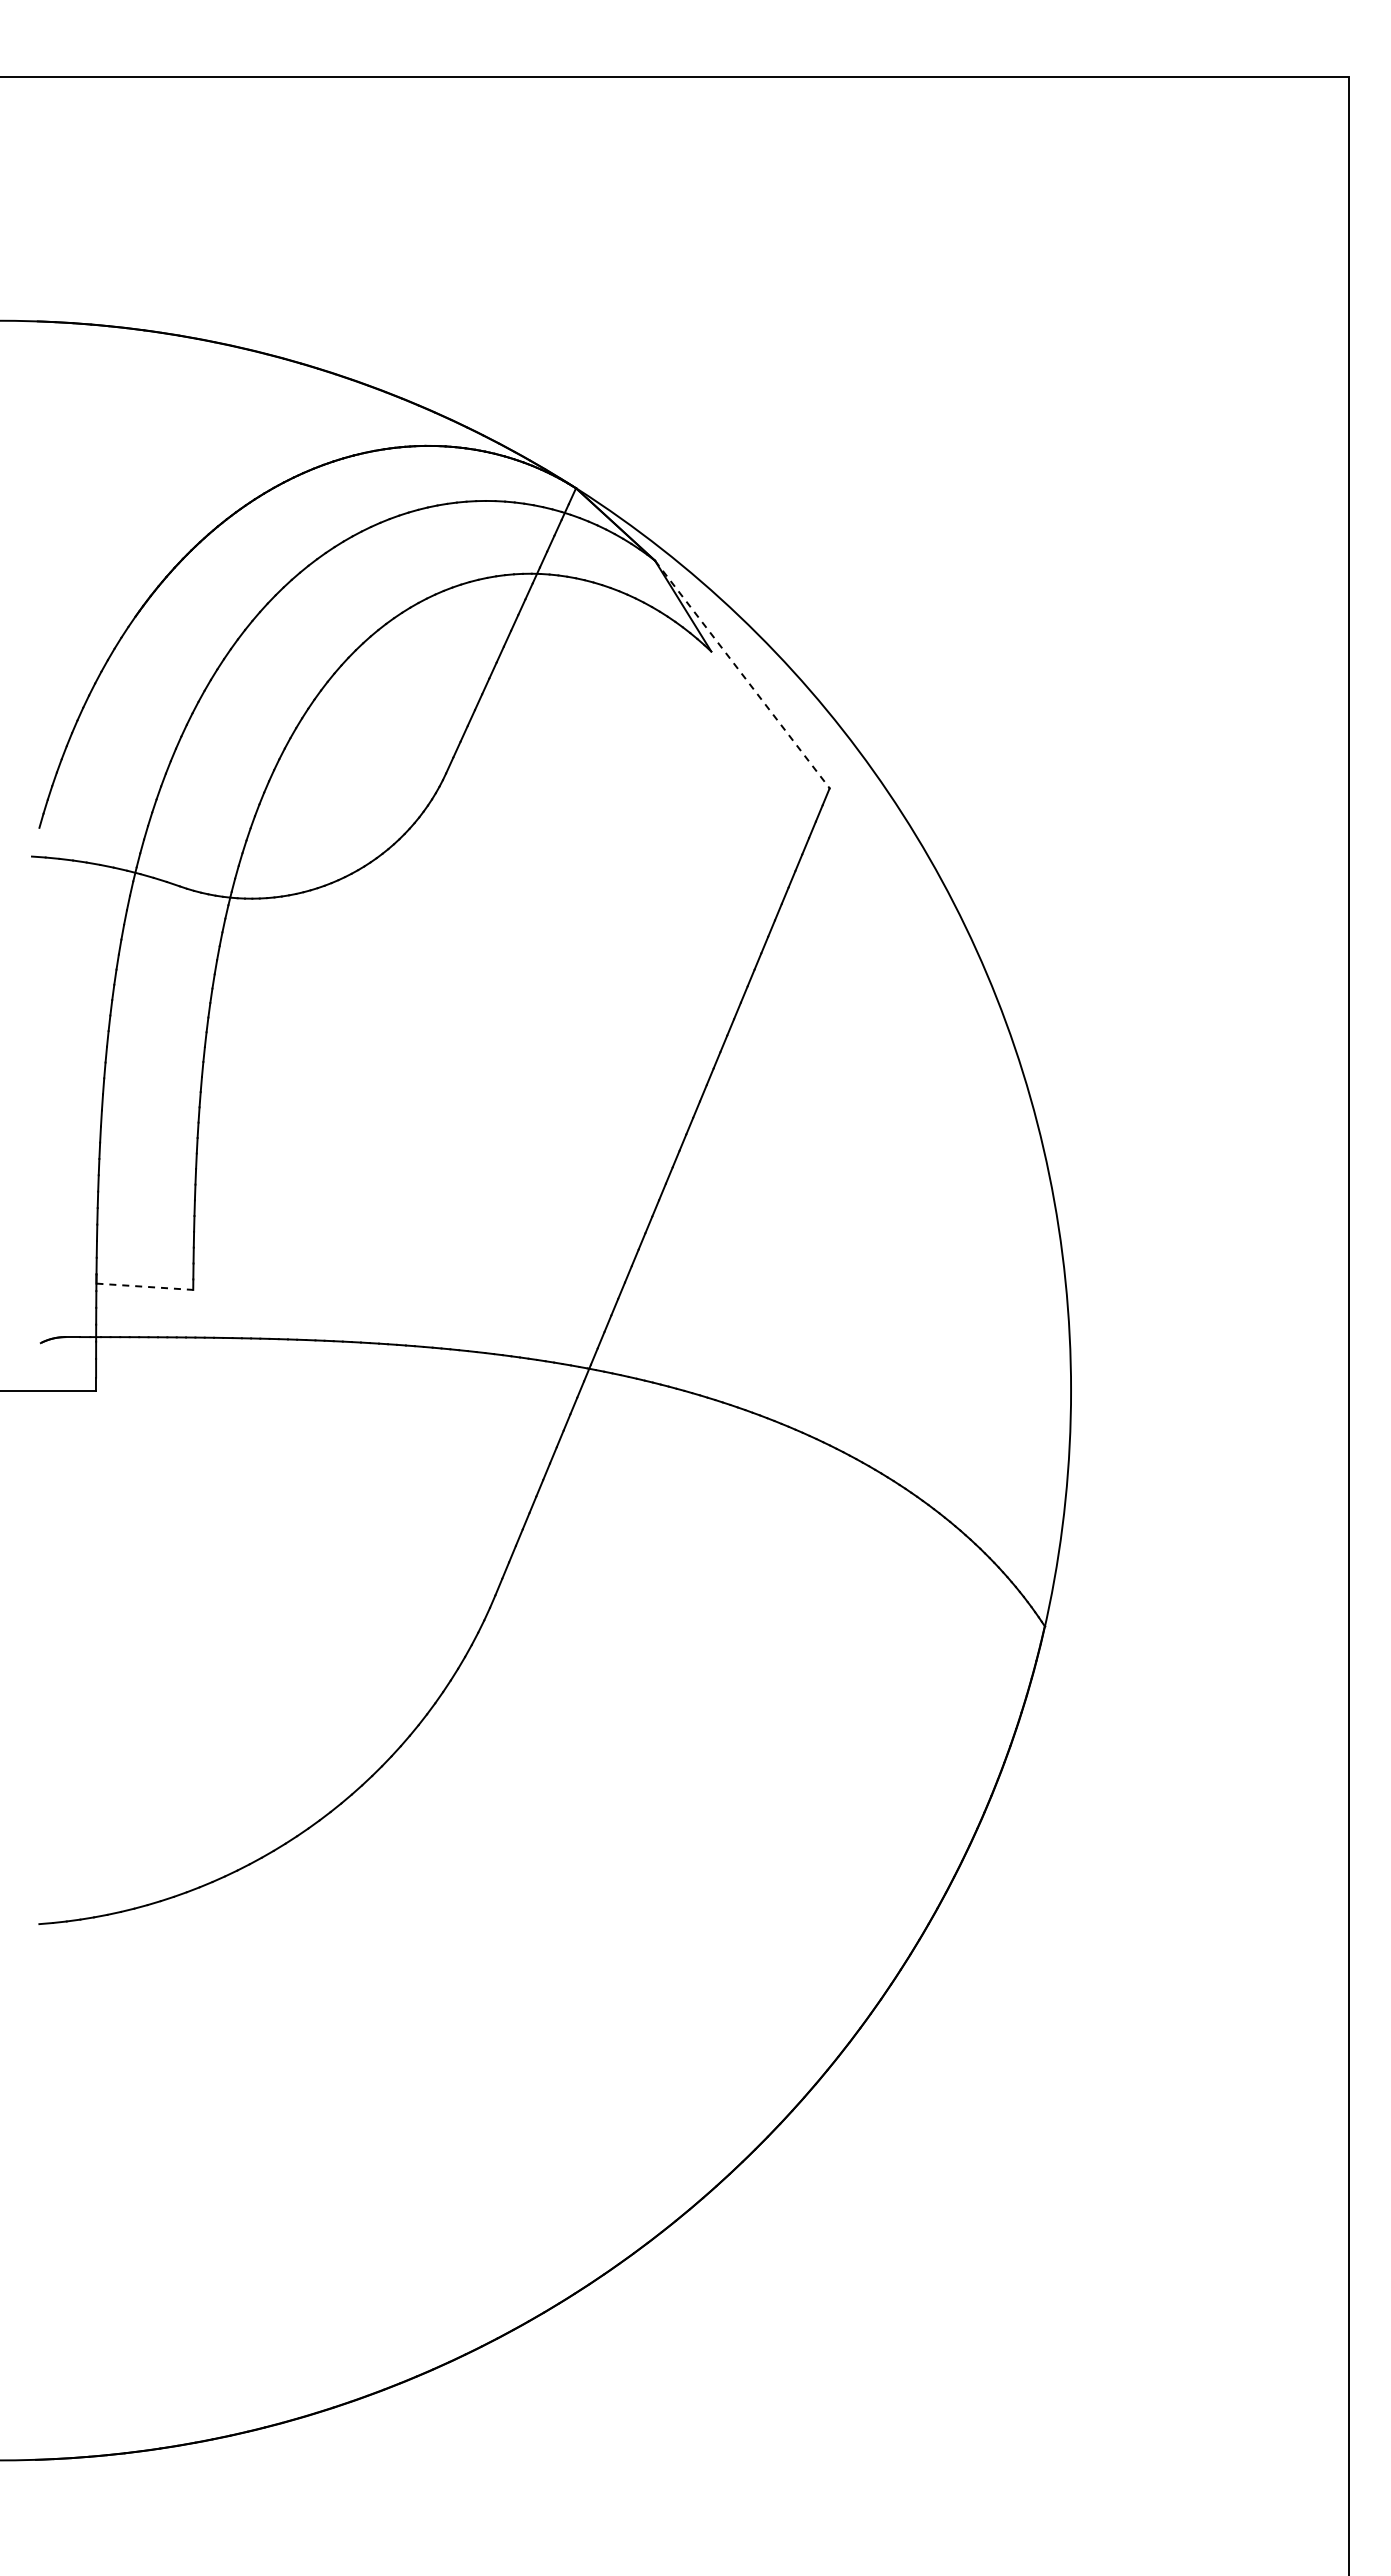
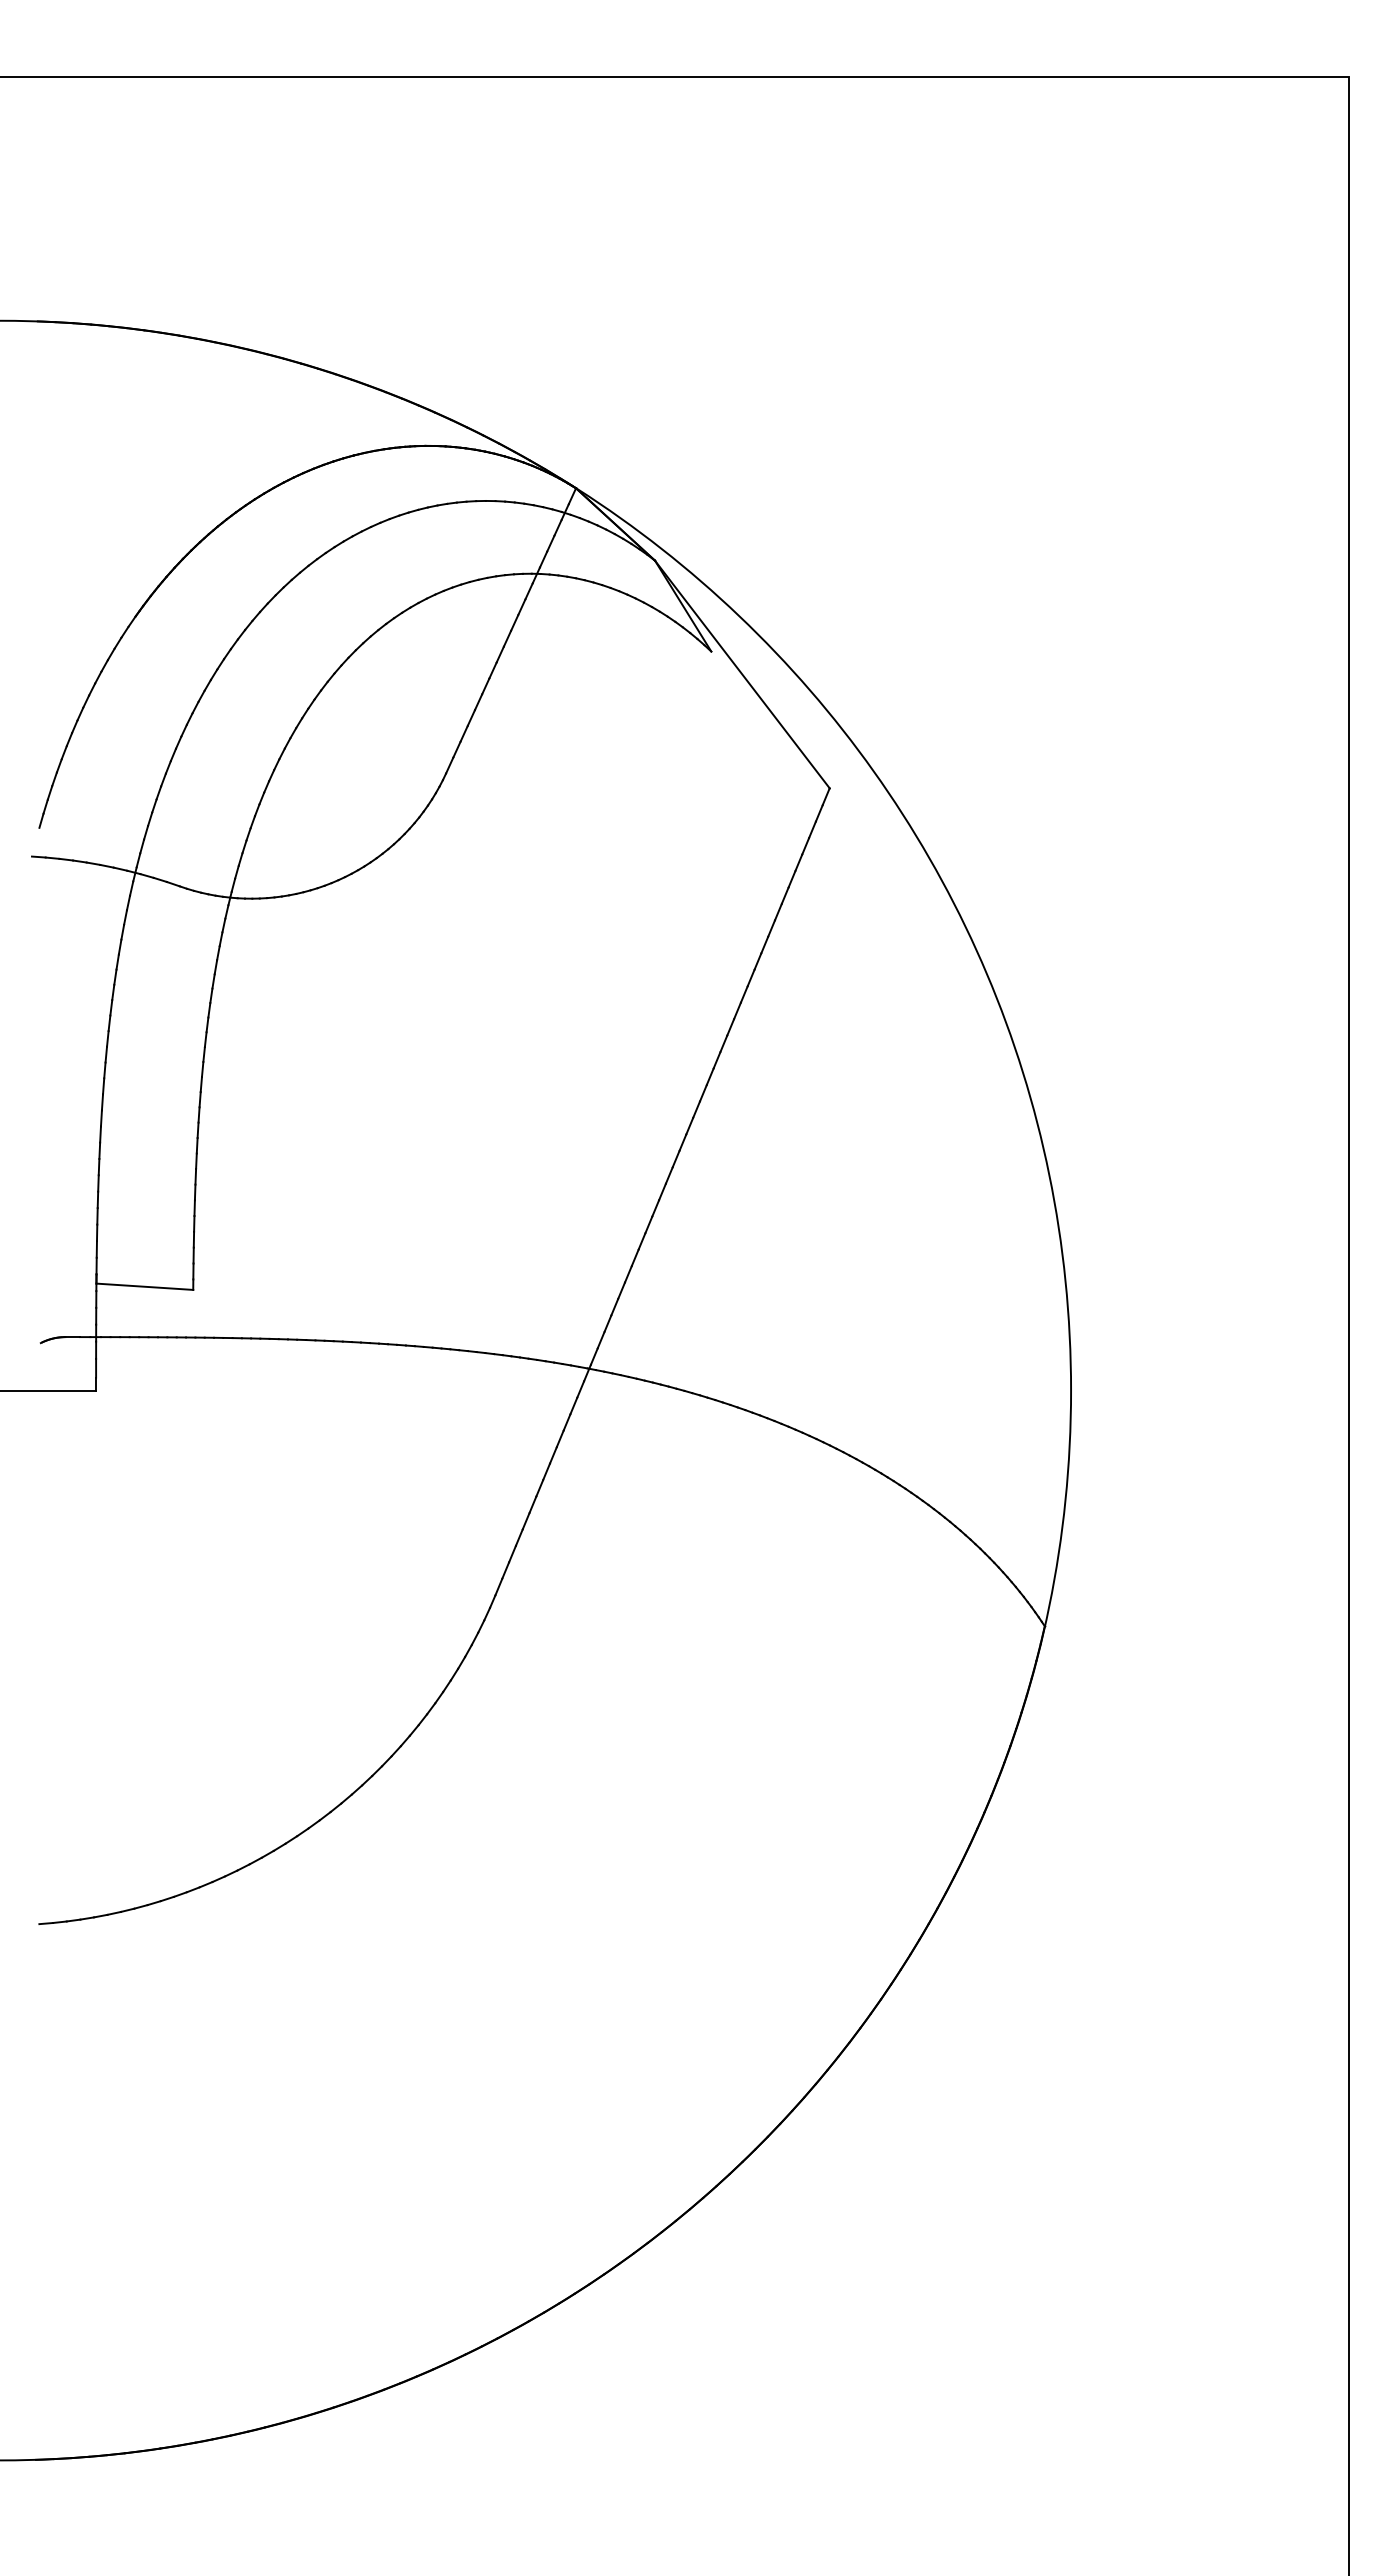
line at (742, 674): dashed -> solid
line at (144, 1286): dashed -> solid
